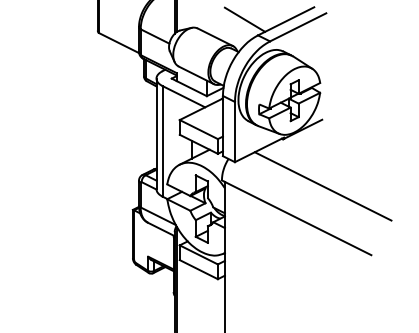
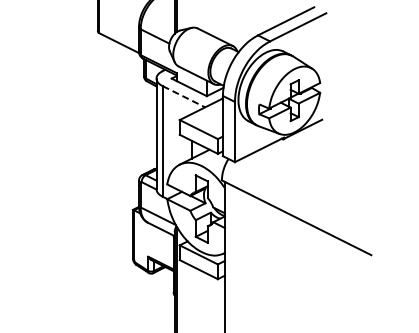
line at (244, 19): present -> none
line at (183, 96): solid -> dashed
line at (322, 186): present -> none
